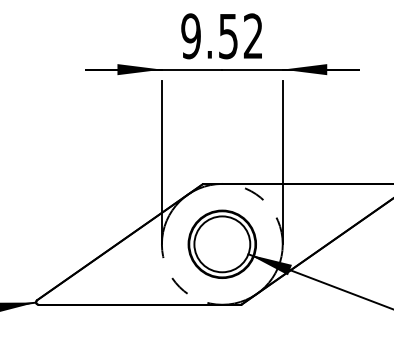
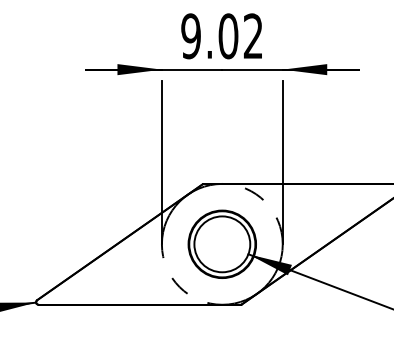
text at (228, 36): 9.52 -> 9.02
